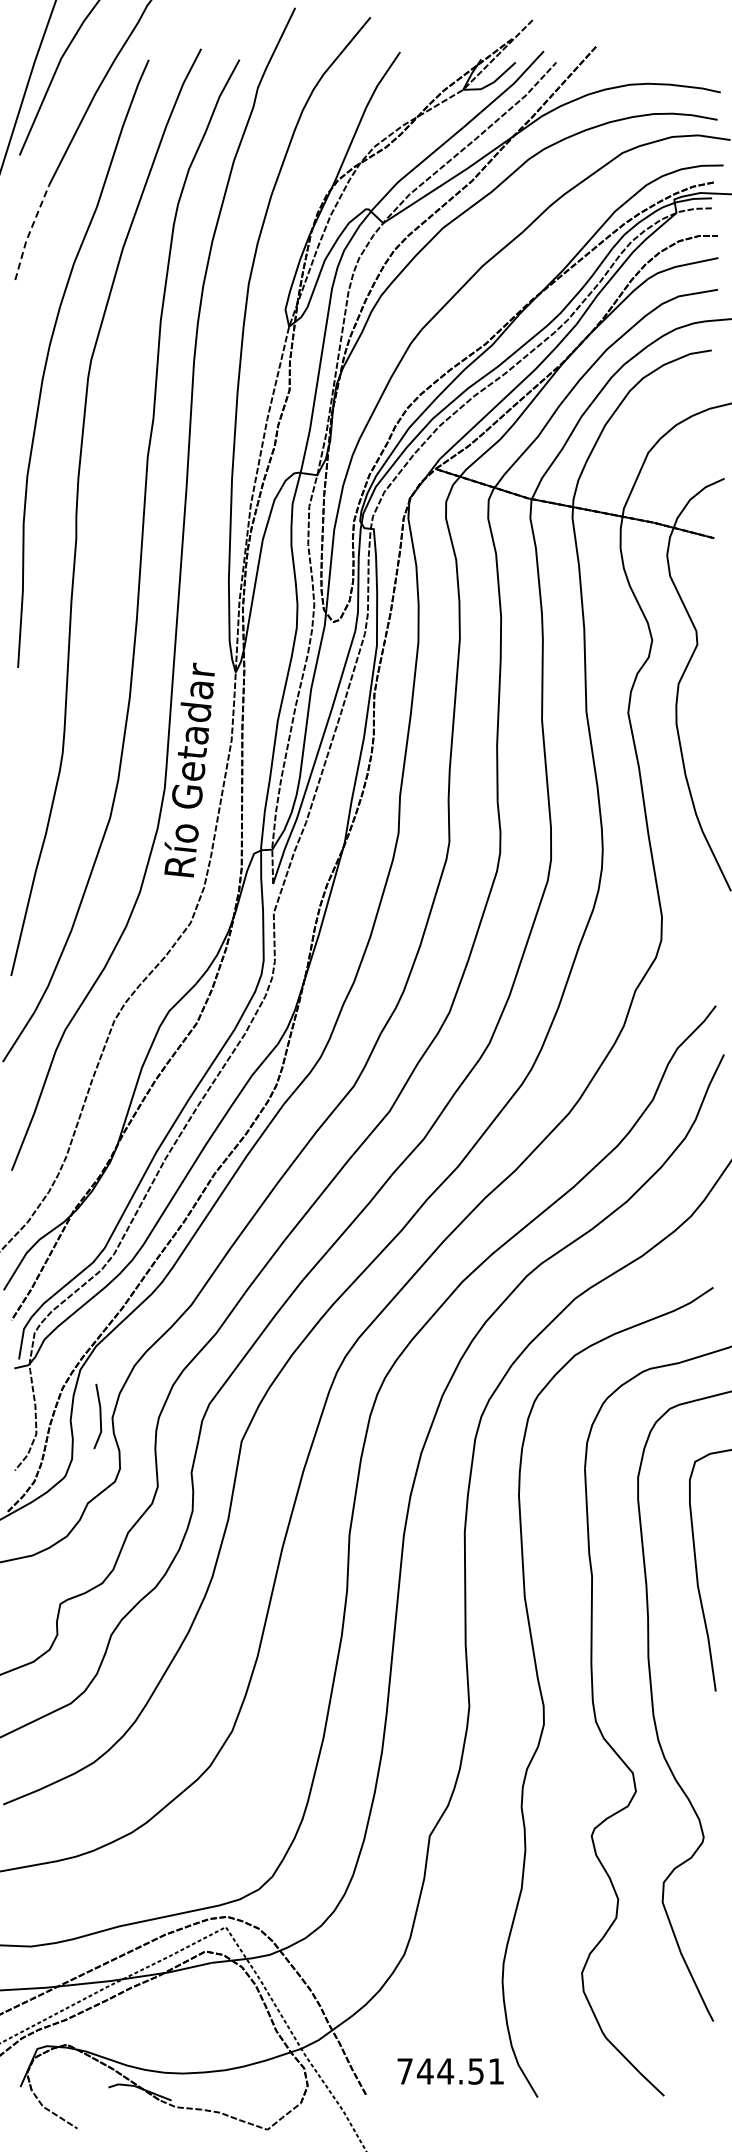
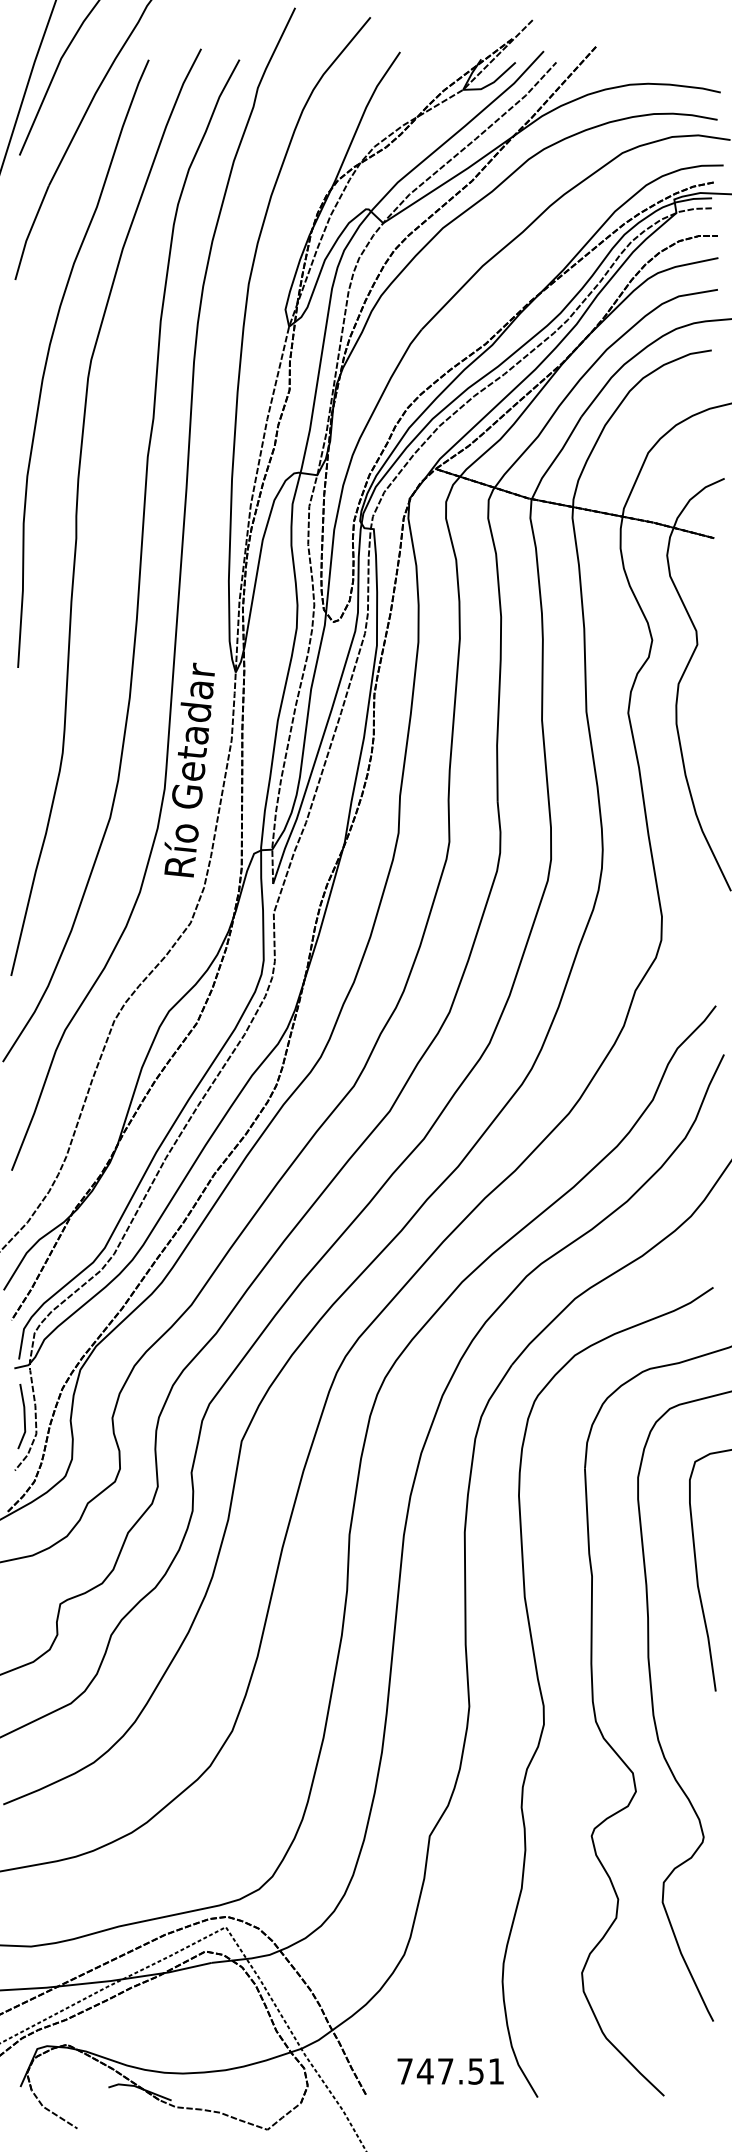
line at (29, 232): dashed -> solid
line at (99, 1416) position: (99, 1416) -> (23, 1416)
text at (445, 2071): 744.51 -> 747.51
